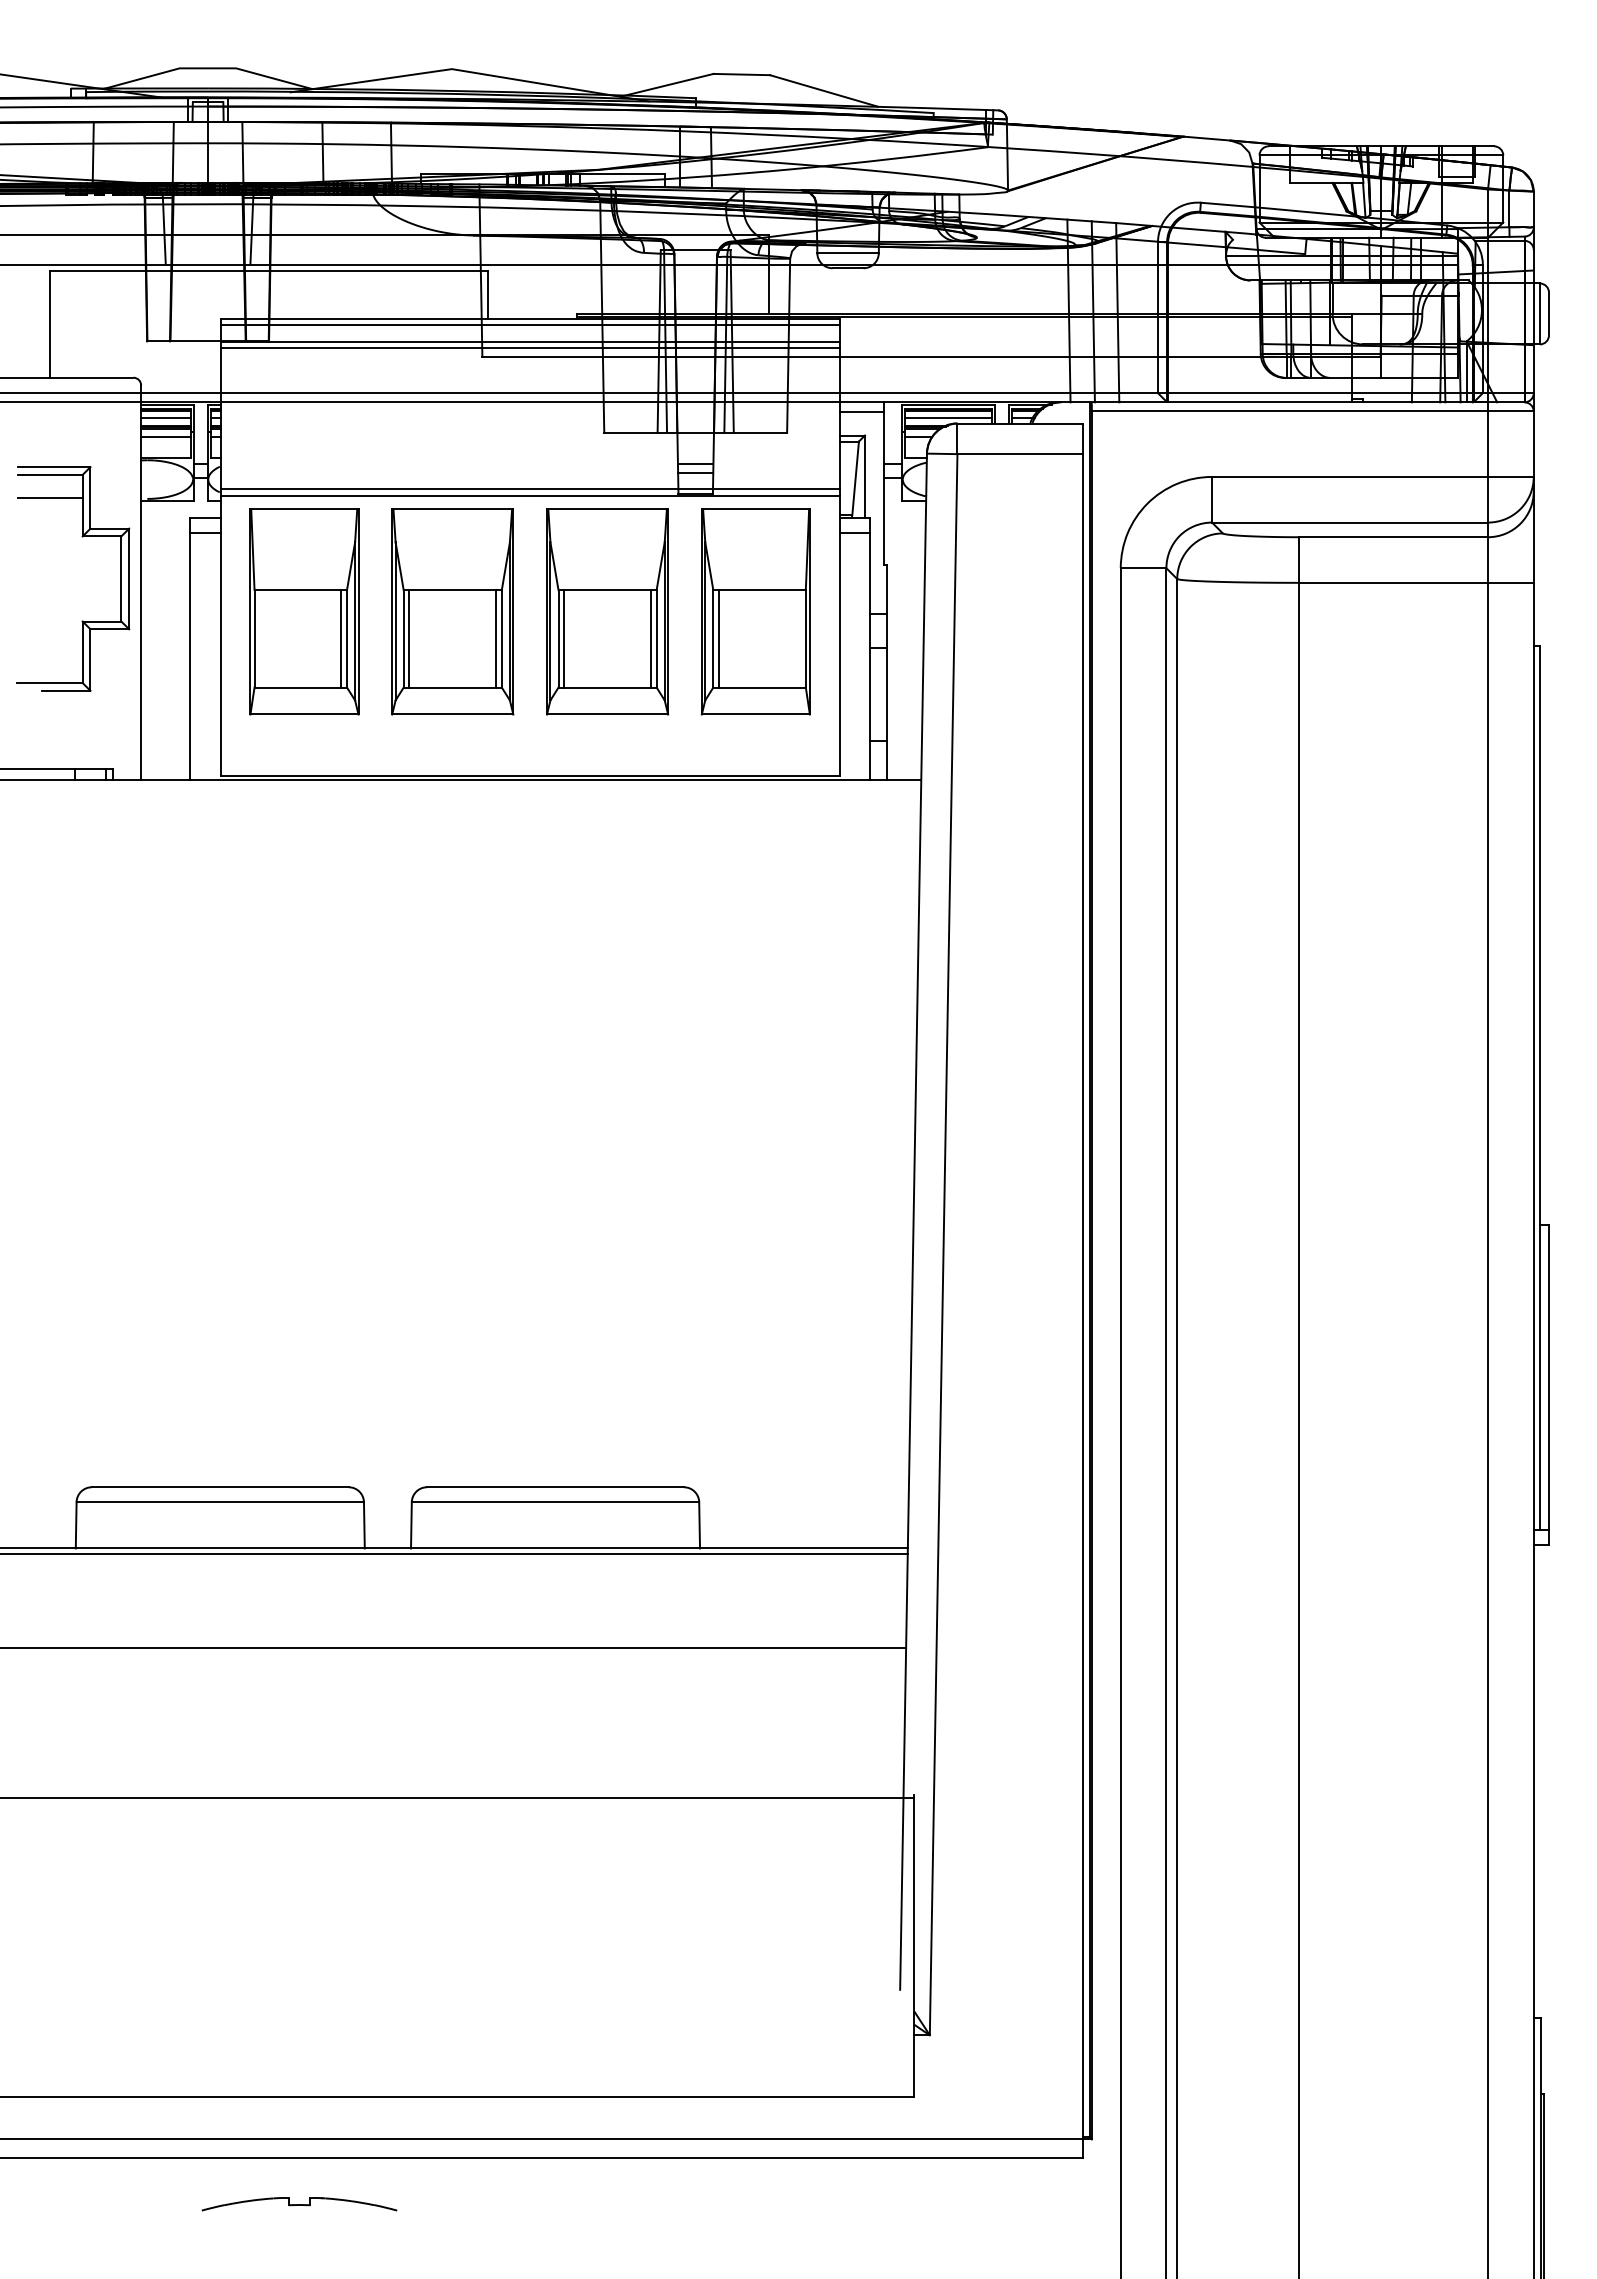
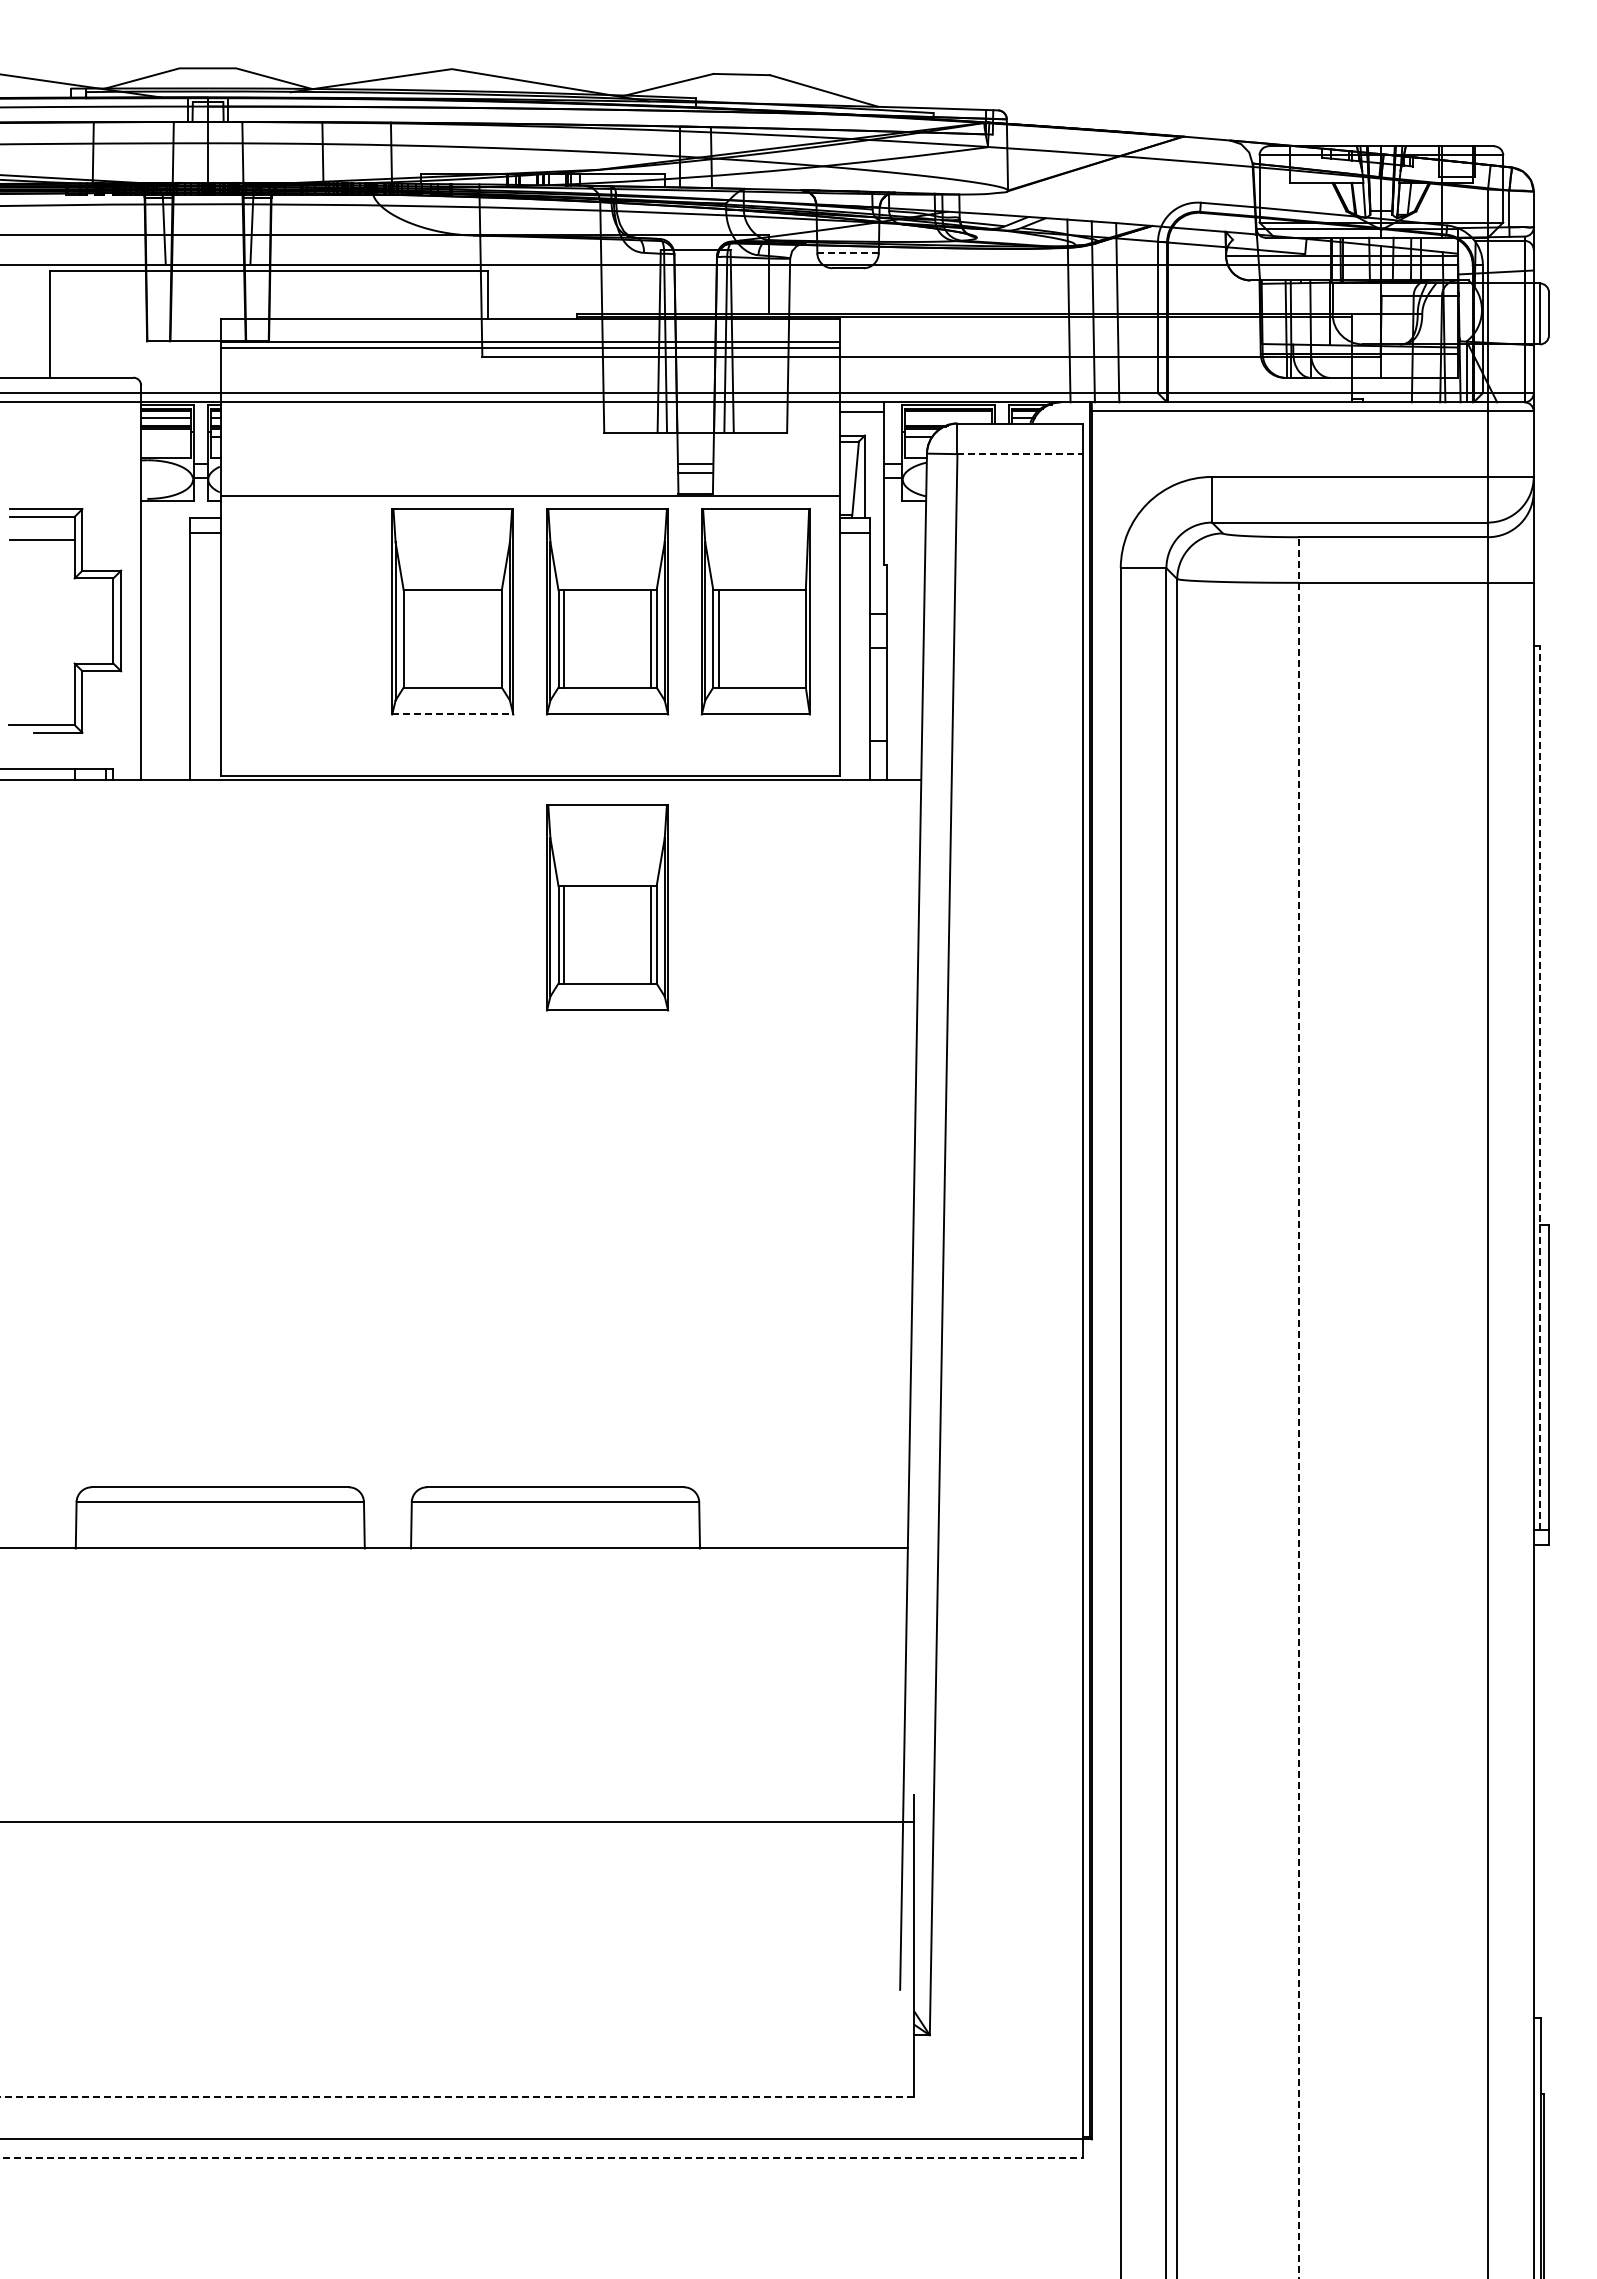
line at (848, 253): solid -> dashed
line at (529, 324): present -> none
line at (948, 418): present -> none
line at (165, 437): present -> none
line at (1020, 454): solid -> dashed
line at (529, 489): present -> none
part at (82, 537) position: (82, 537) -> (74, 579)
part at (304, 611): present -> none
line at (409, 638): present -> none
line at (496, 638): present -> none
line at (452, 714): solid -> dashed
part at (607, 907): none -> present
line at (1539, 1088): solid -> dashed
line at (1298, 1407): solid -> dashed
line at (454, 1553): present -> none
line at (454, 1648): present -> none
line at (458, 1797) position: (458, 1797) -> (458, 1821)
line at (457, 2096): solid -> dashed
line at (541, 2157): solid -> dashed
part at (299, 2204): present -> none
